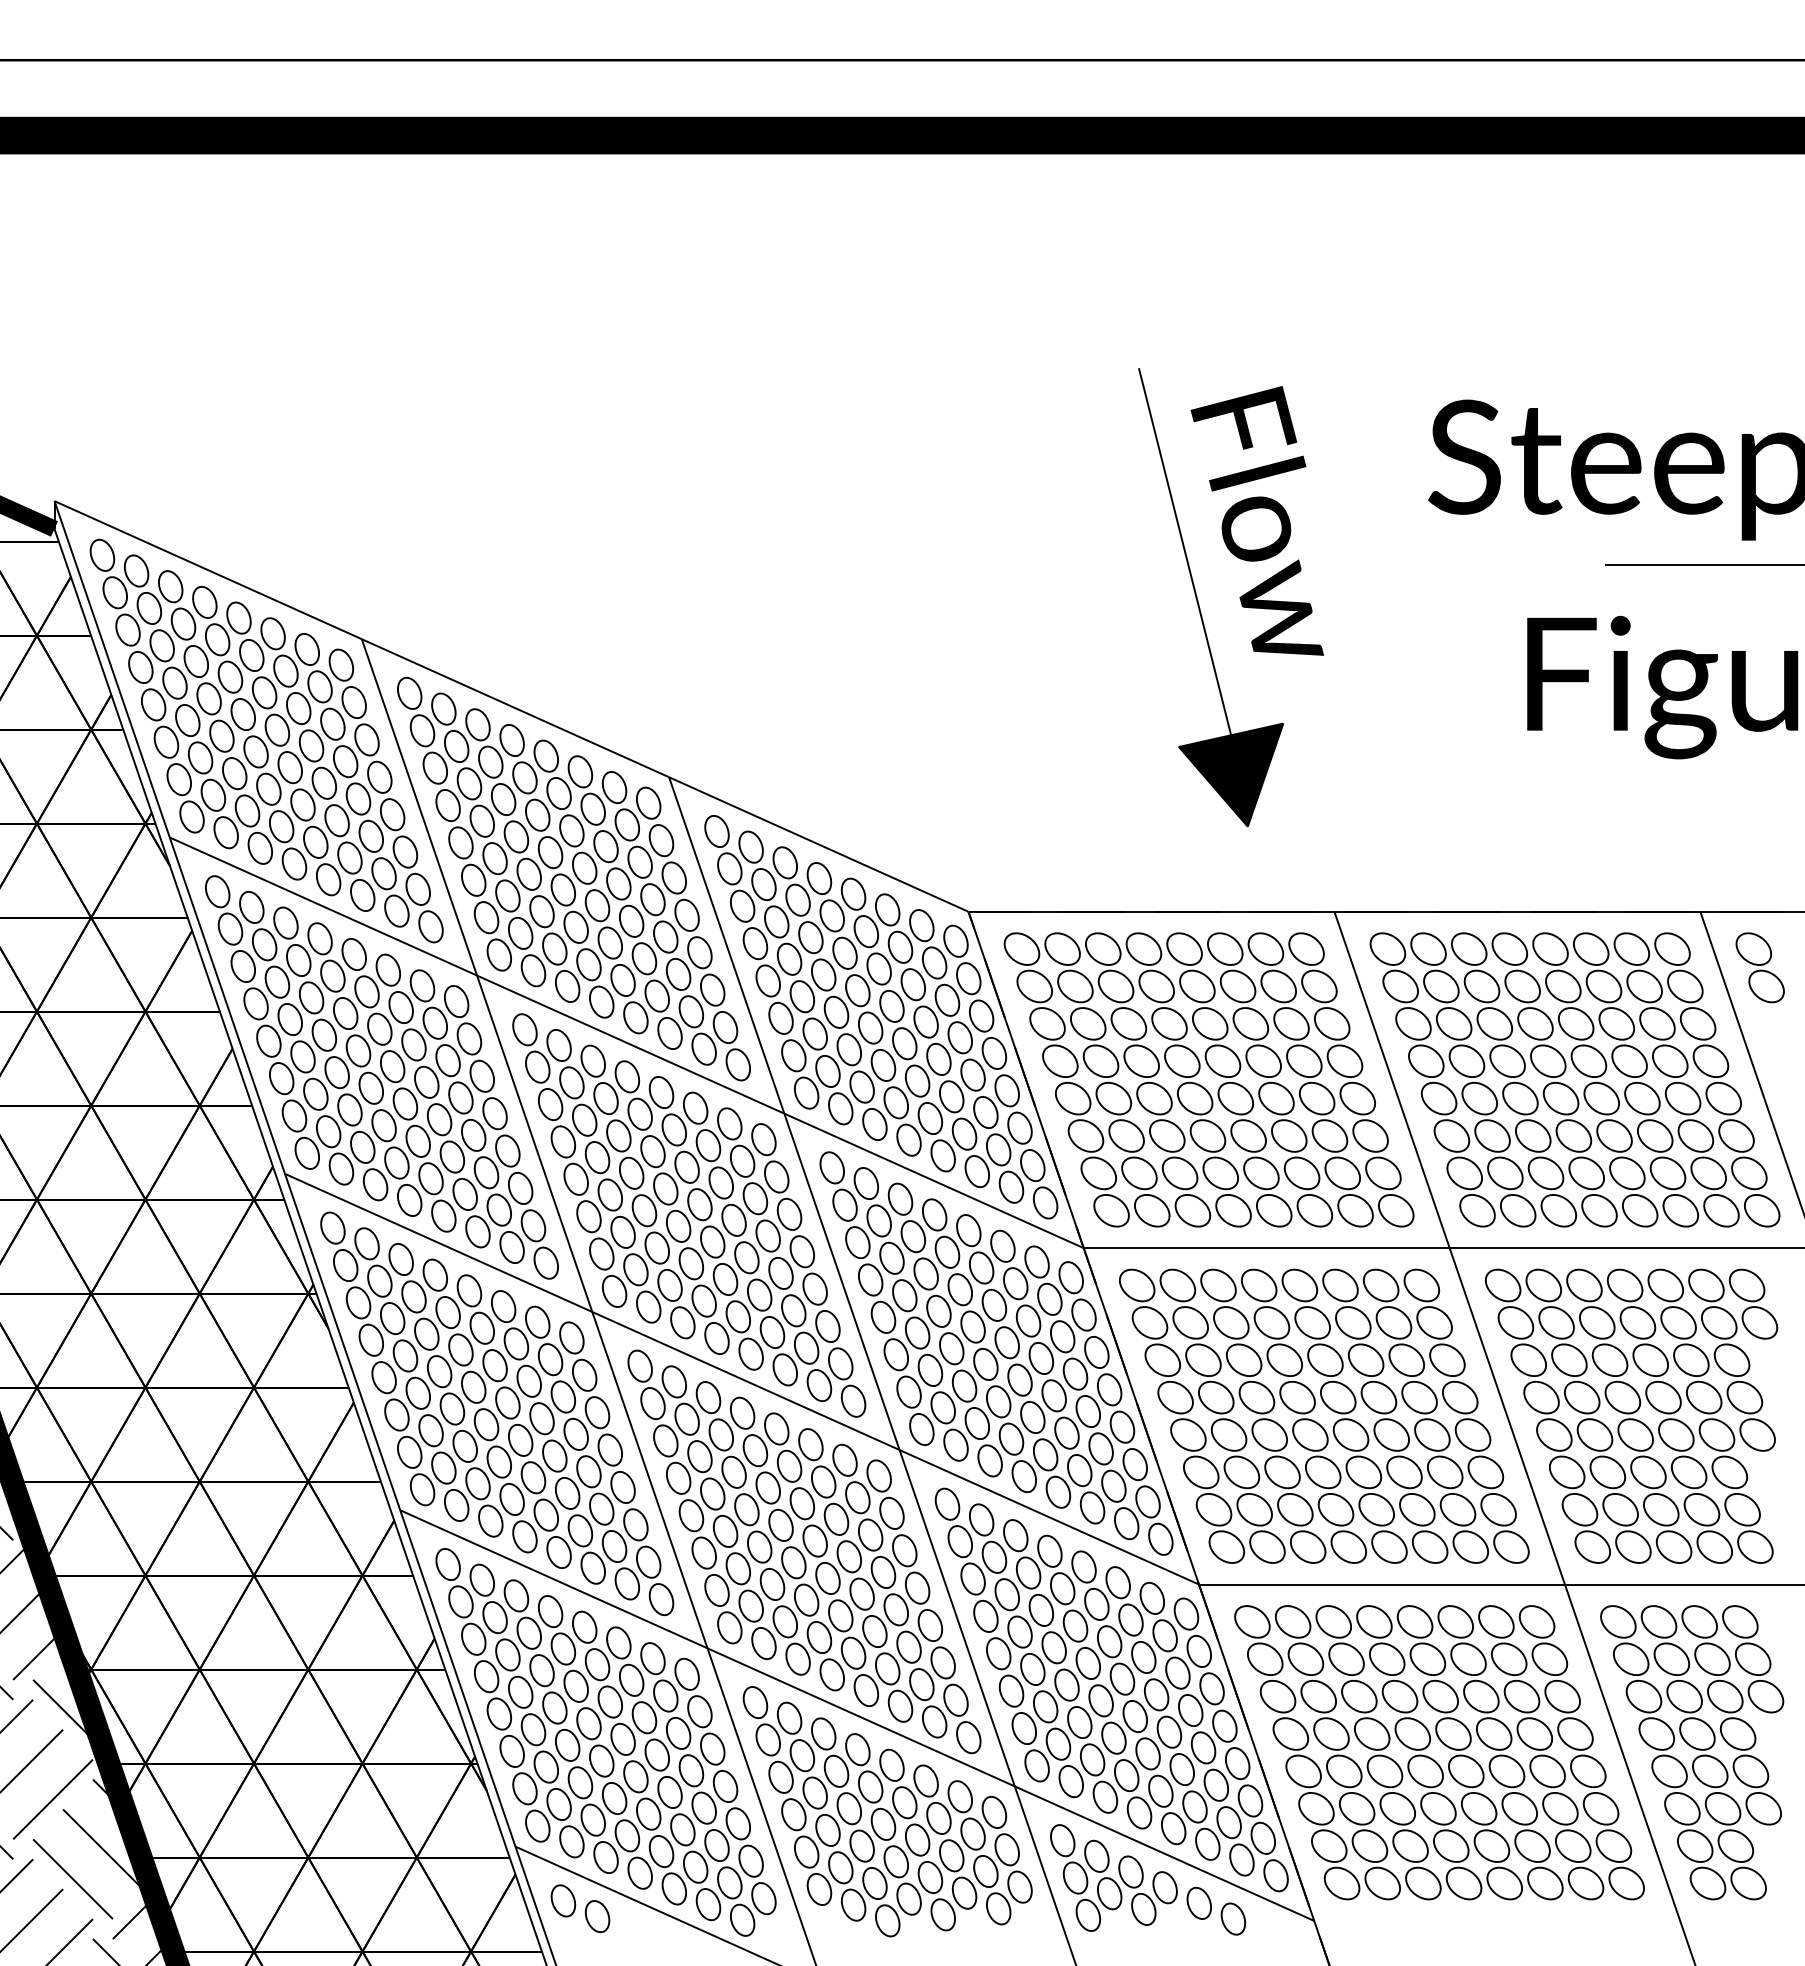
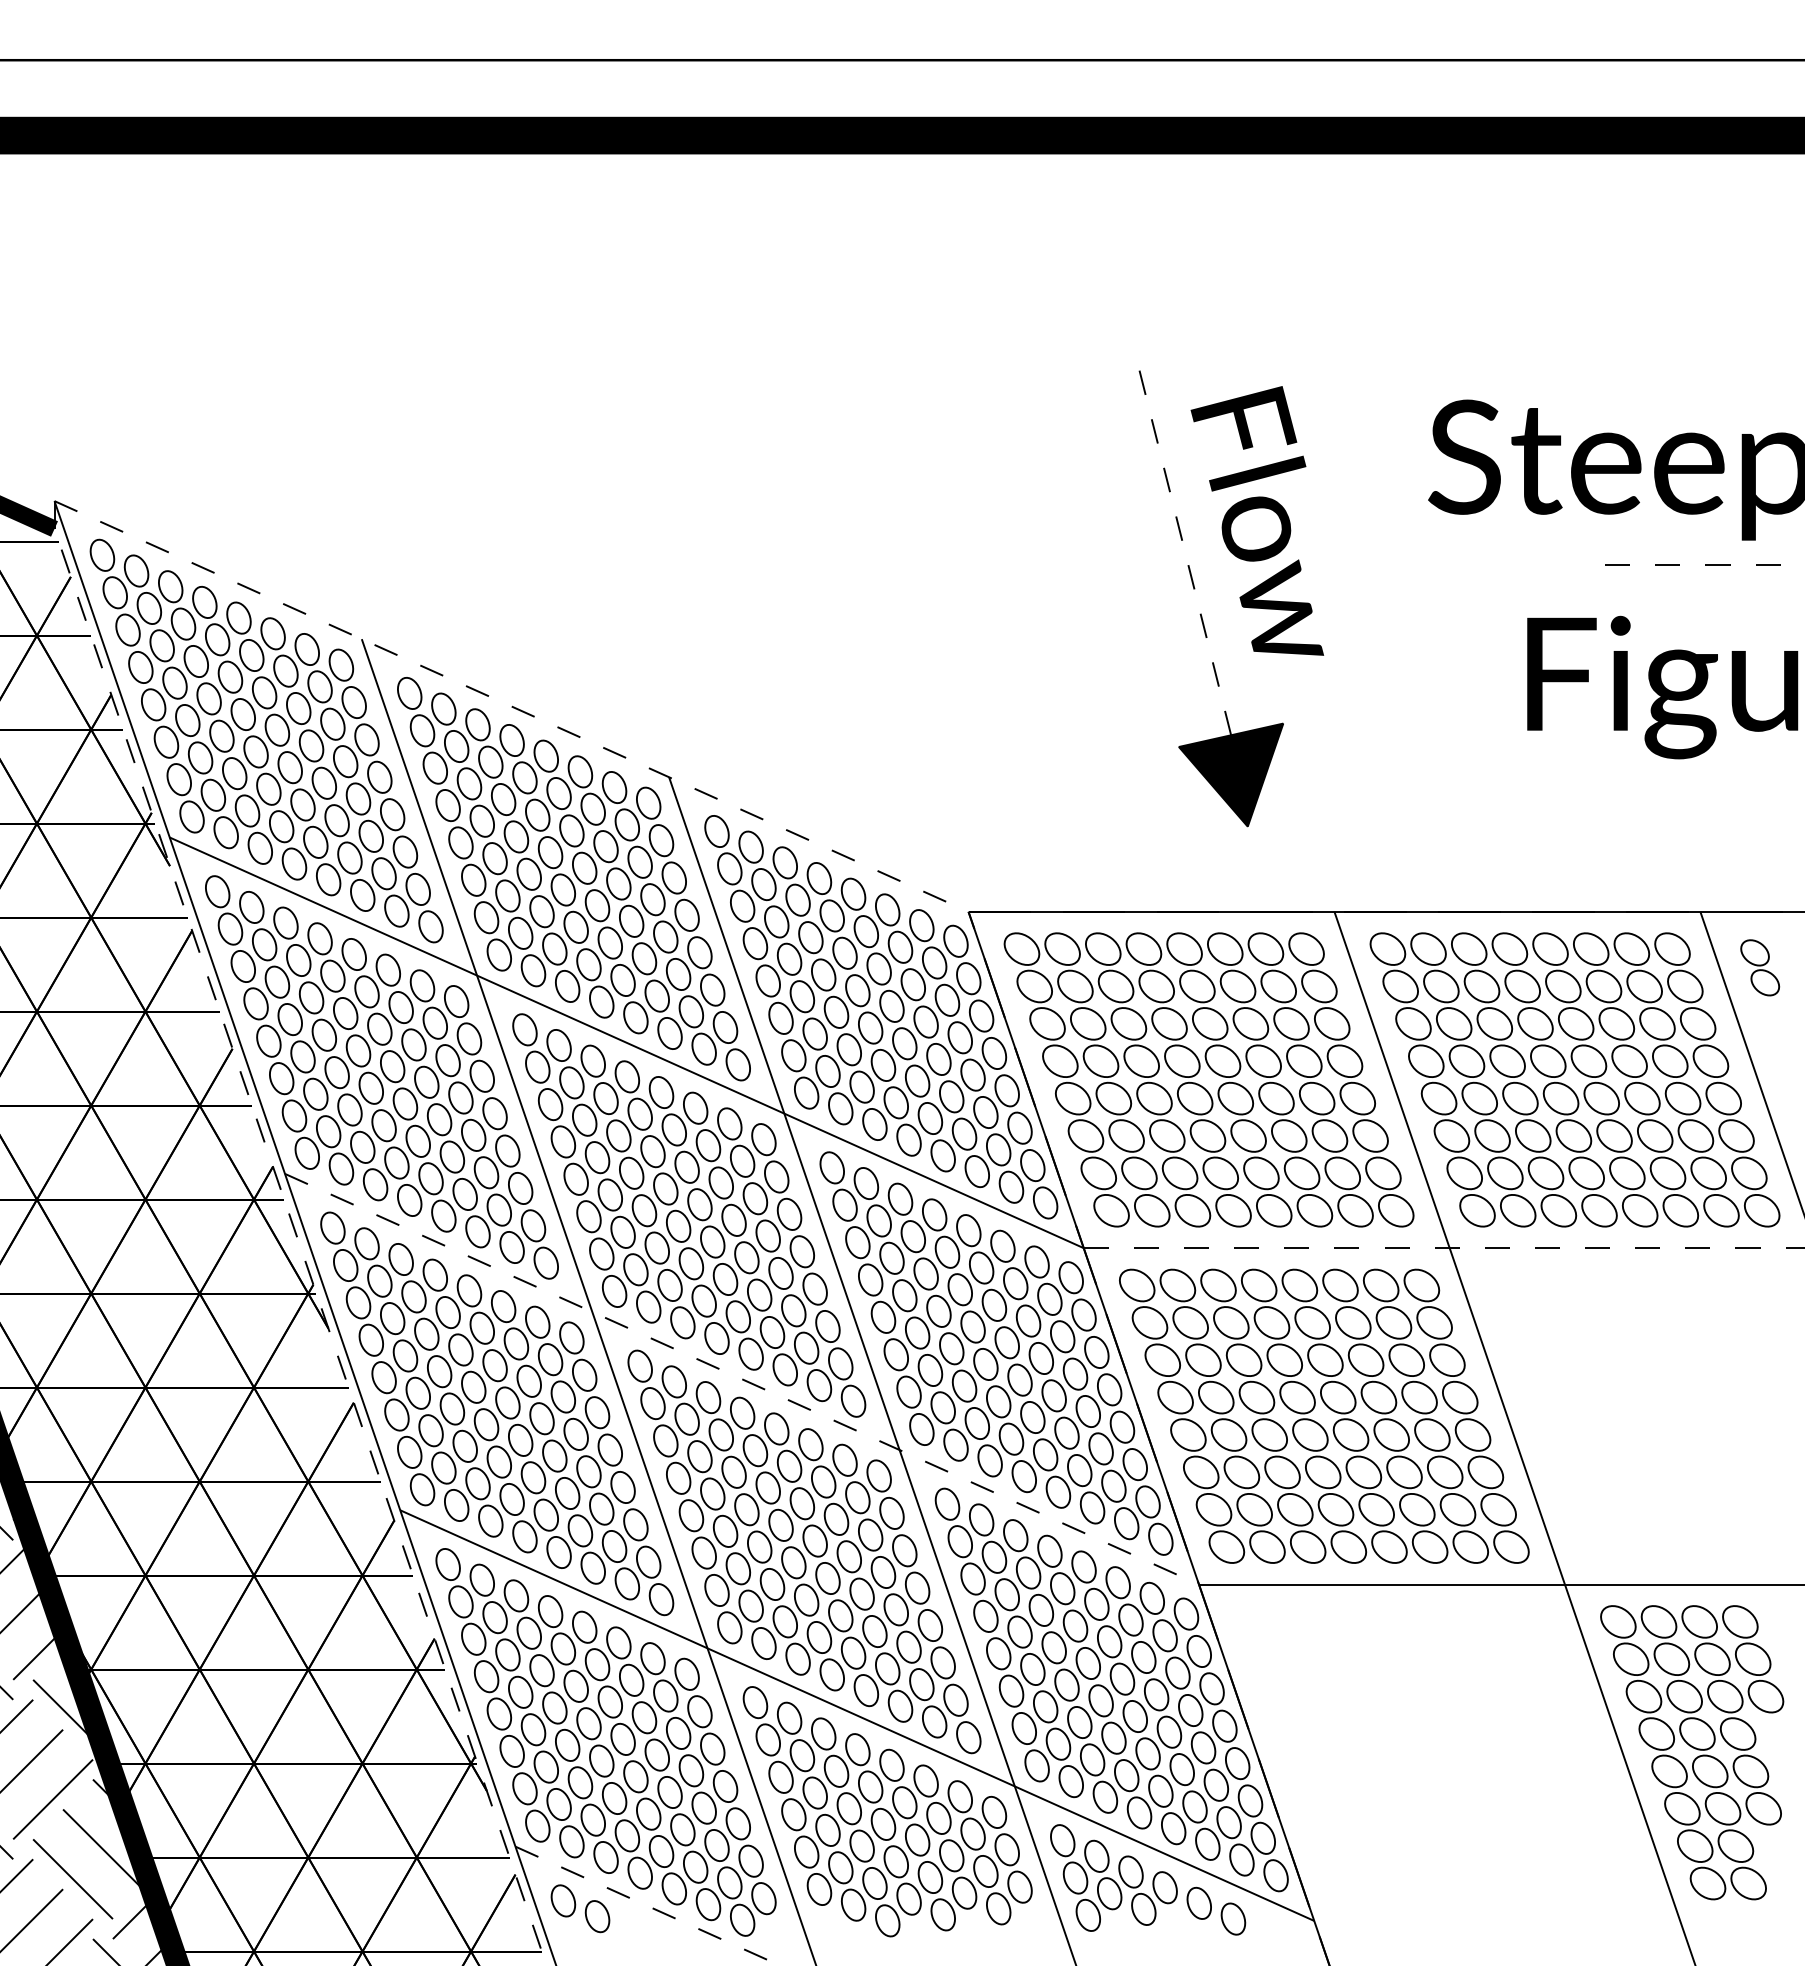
line at (1184, 551): solid -> dashed
line at (1705, 565): solid -> dashed
line at (511, 706): solid -> dashed
part at (1759, 967) size: 50x72 px -> 41x58 px
line at (300, 1247): solid -> dashed
line at (1444, 1248): solid -> dashed
line at (742, 1379): solid -> dashed
part at (1631, 1415): present -> none
part at (1445, 1746): present -> none
line at (648, 1906): solid -> dashed
